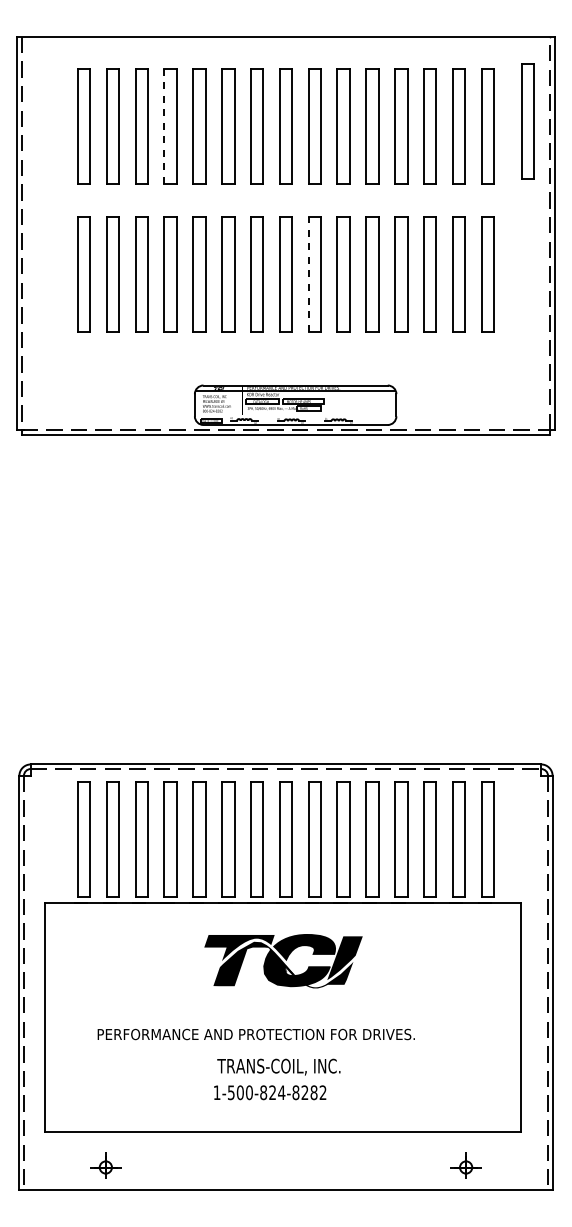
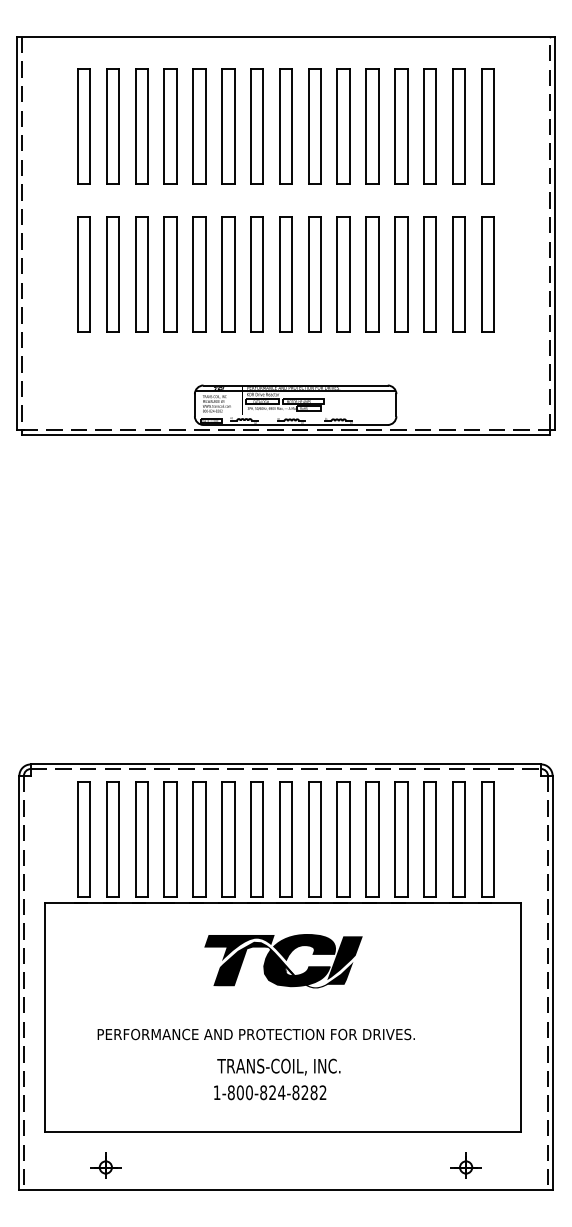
part at (527, 121): present -> none
line at (164, 126): dashed -> solid
line at (308, 273): dashed -> solid
text at (230, 1092): 1-500-824-8282 -> 1-800-824-8282
